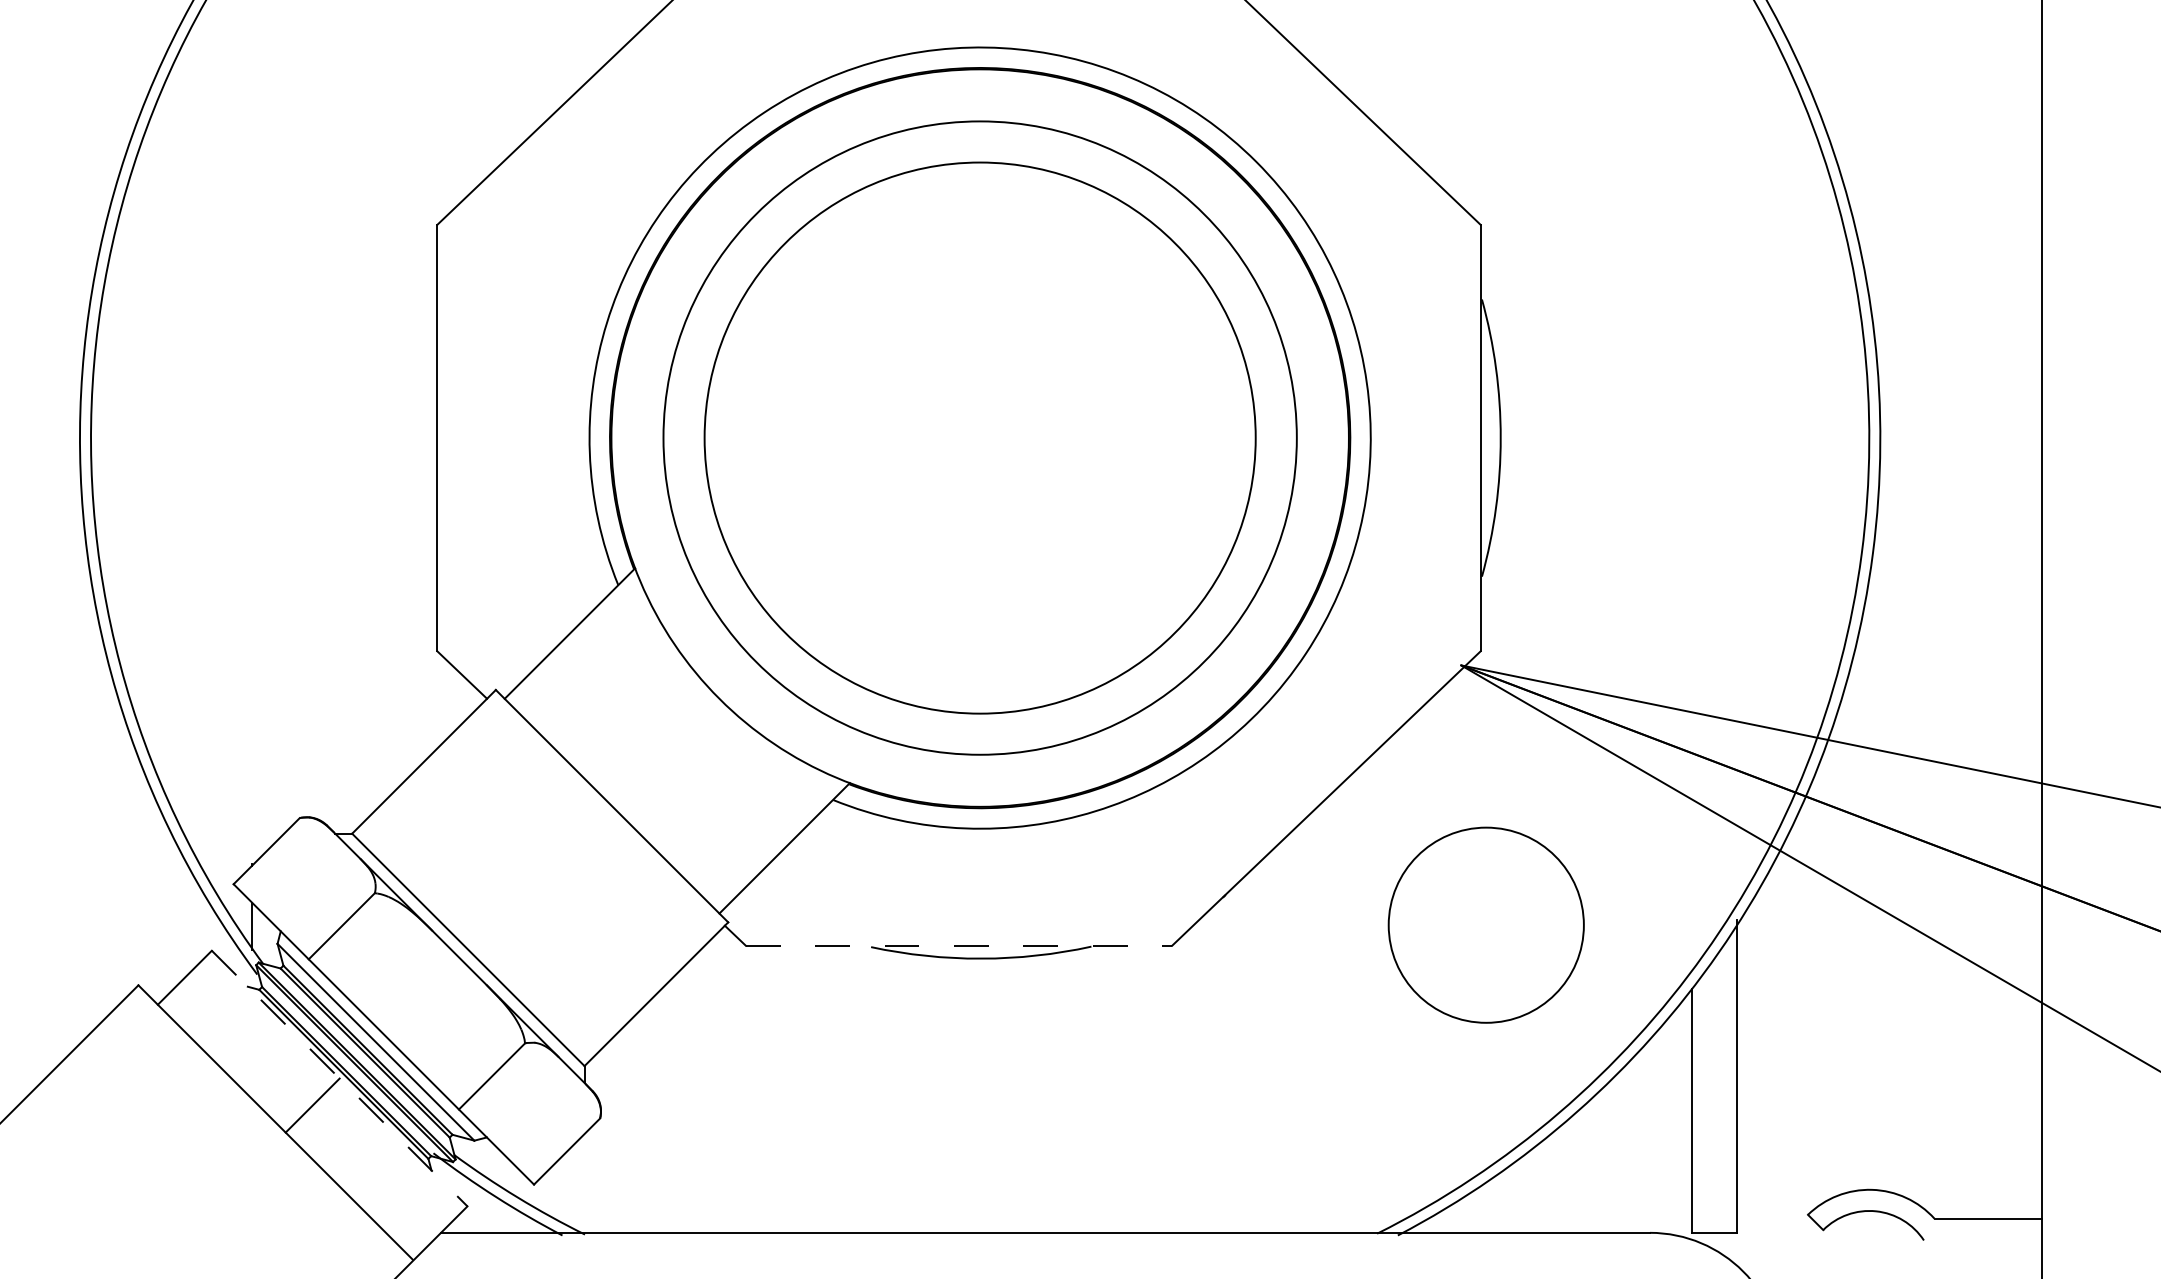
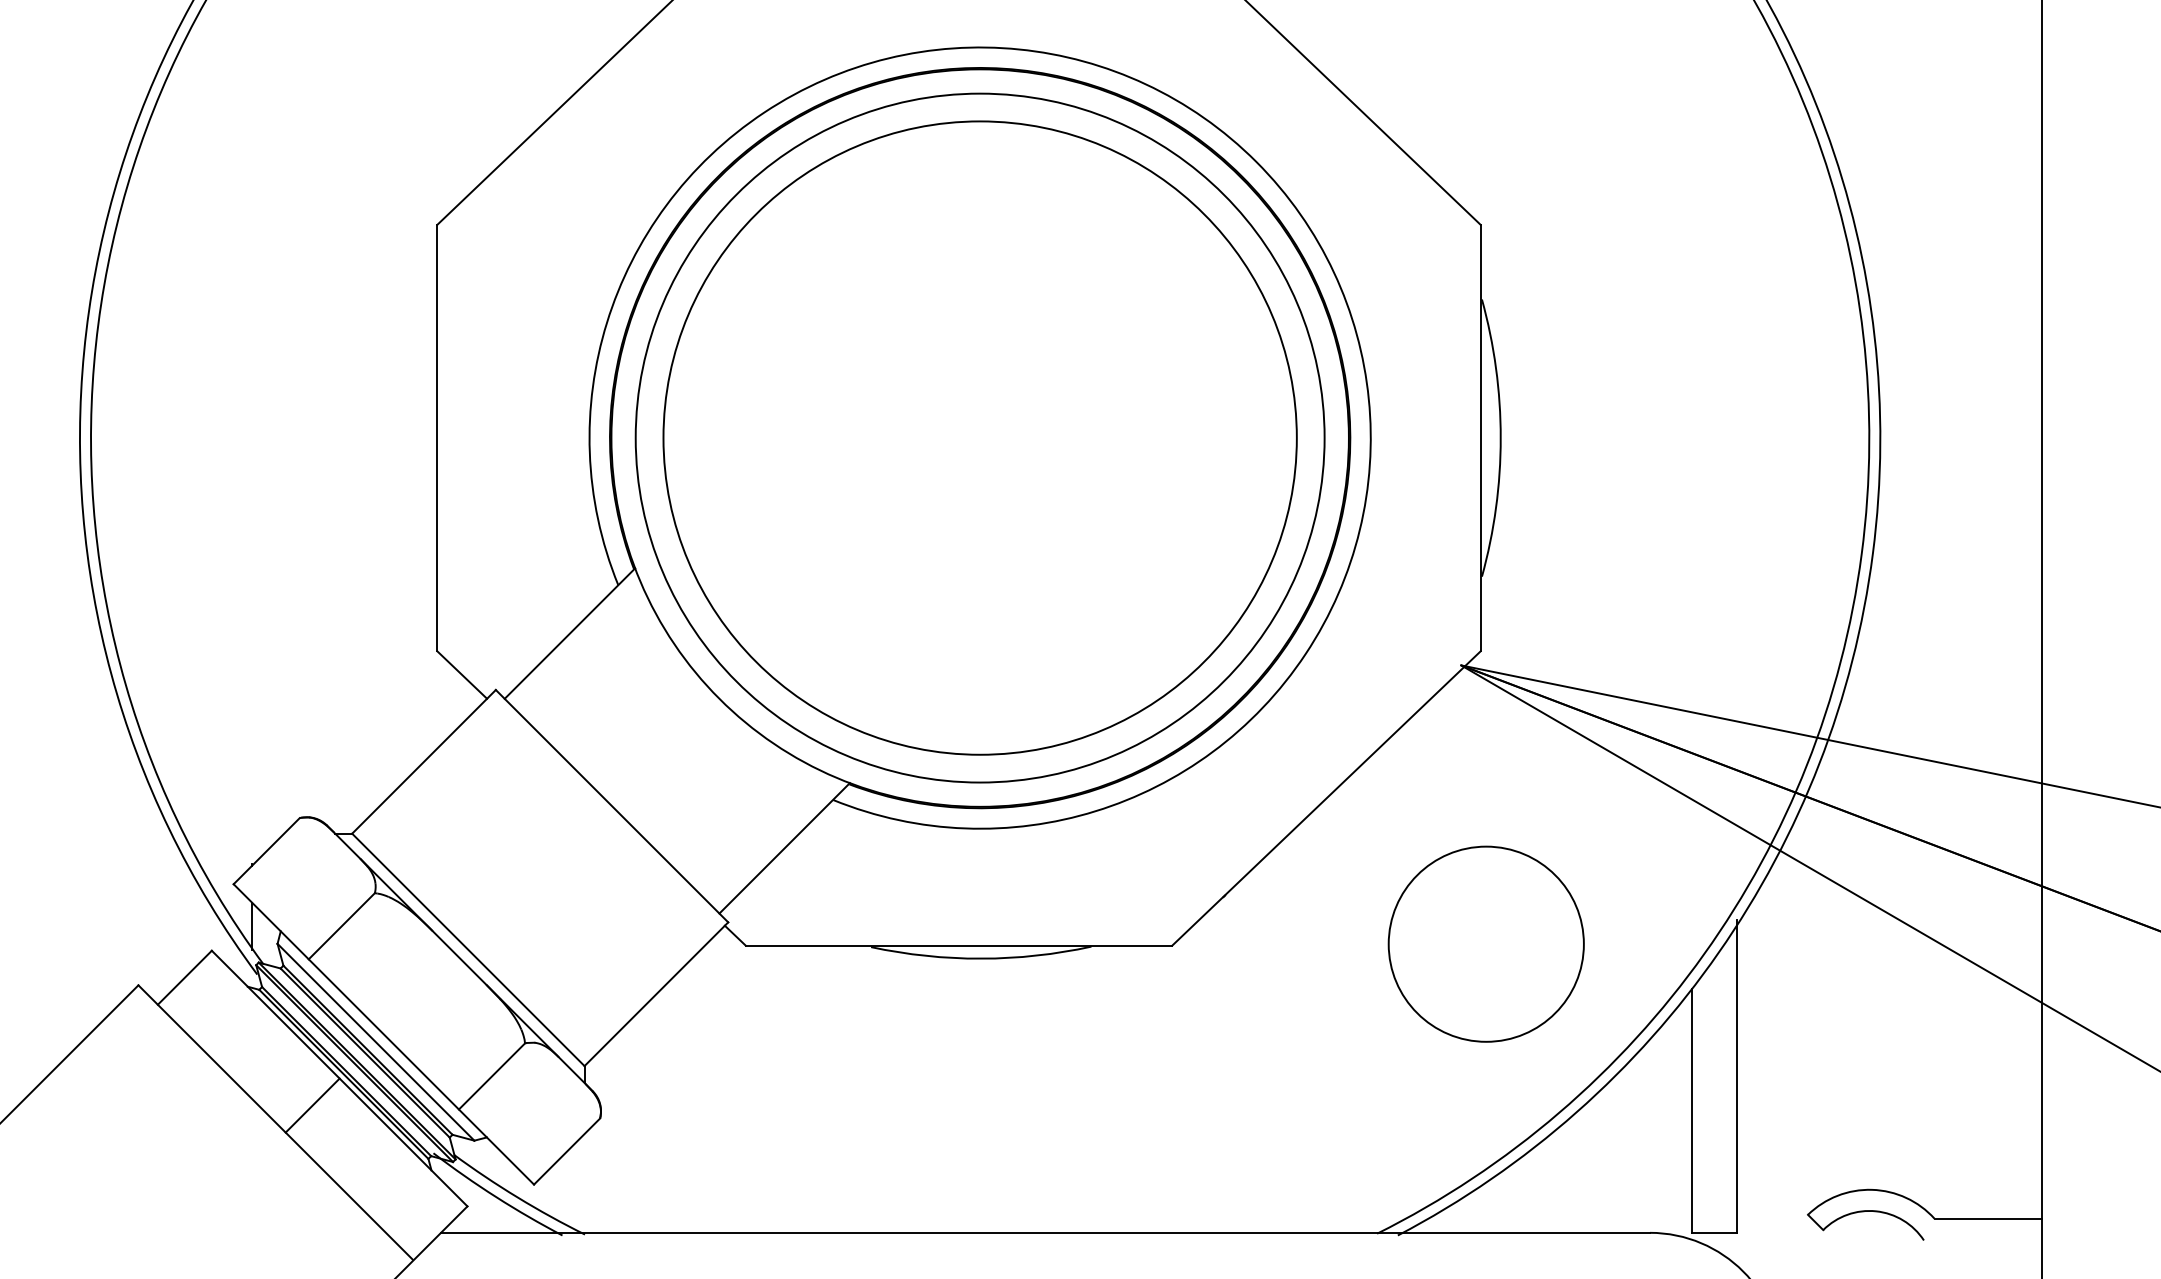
circle at (979, 437) diameter: 551 px -> 689 px
circle at (1485, 924) position: (1485, 924) -> (1485, 943)
line at (959, 945): dashed -> solid
line at (339, 1078): dashed -> solid
